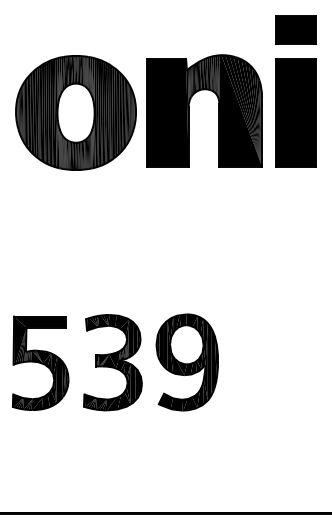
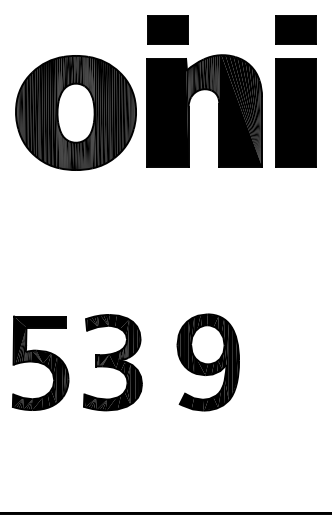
part at (167, 29): none -> present
part at (186, 362) position: (186, 362) -> (207, 362)
